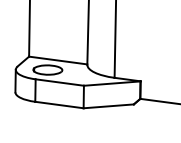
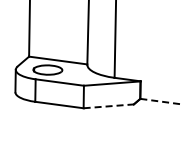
line at (161, 101): solid -> dashed
line at (109, 106): solid -> dashed
